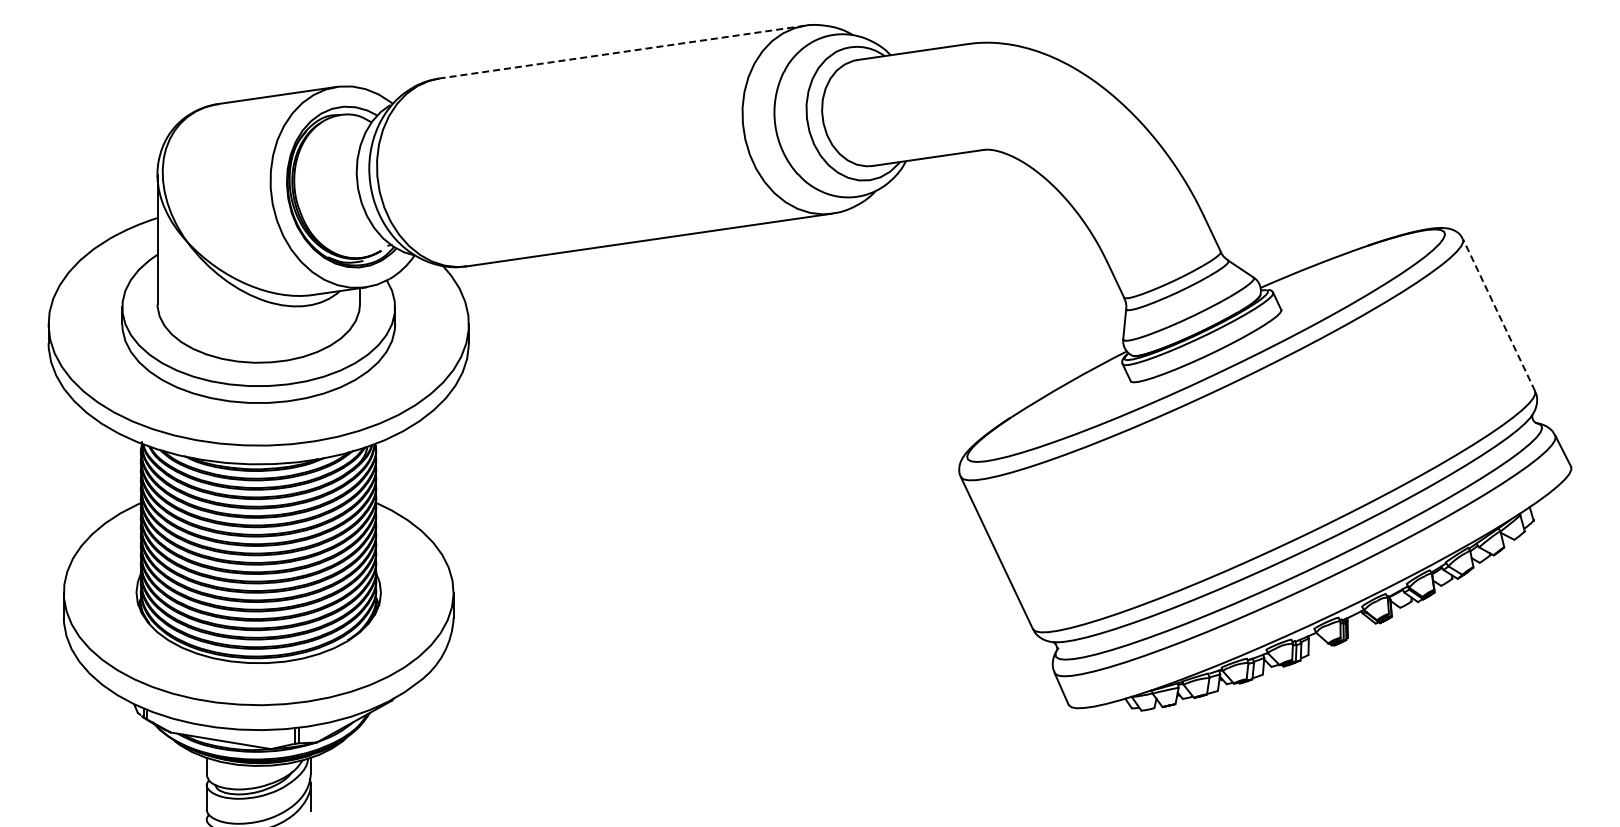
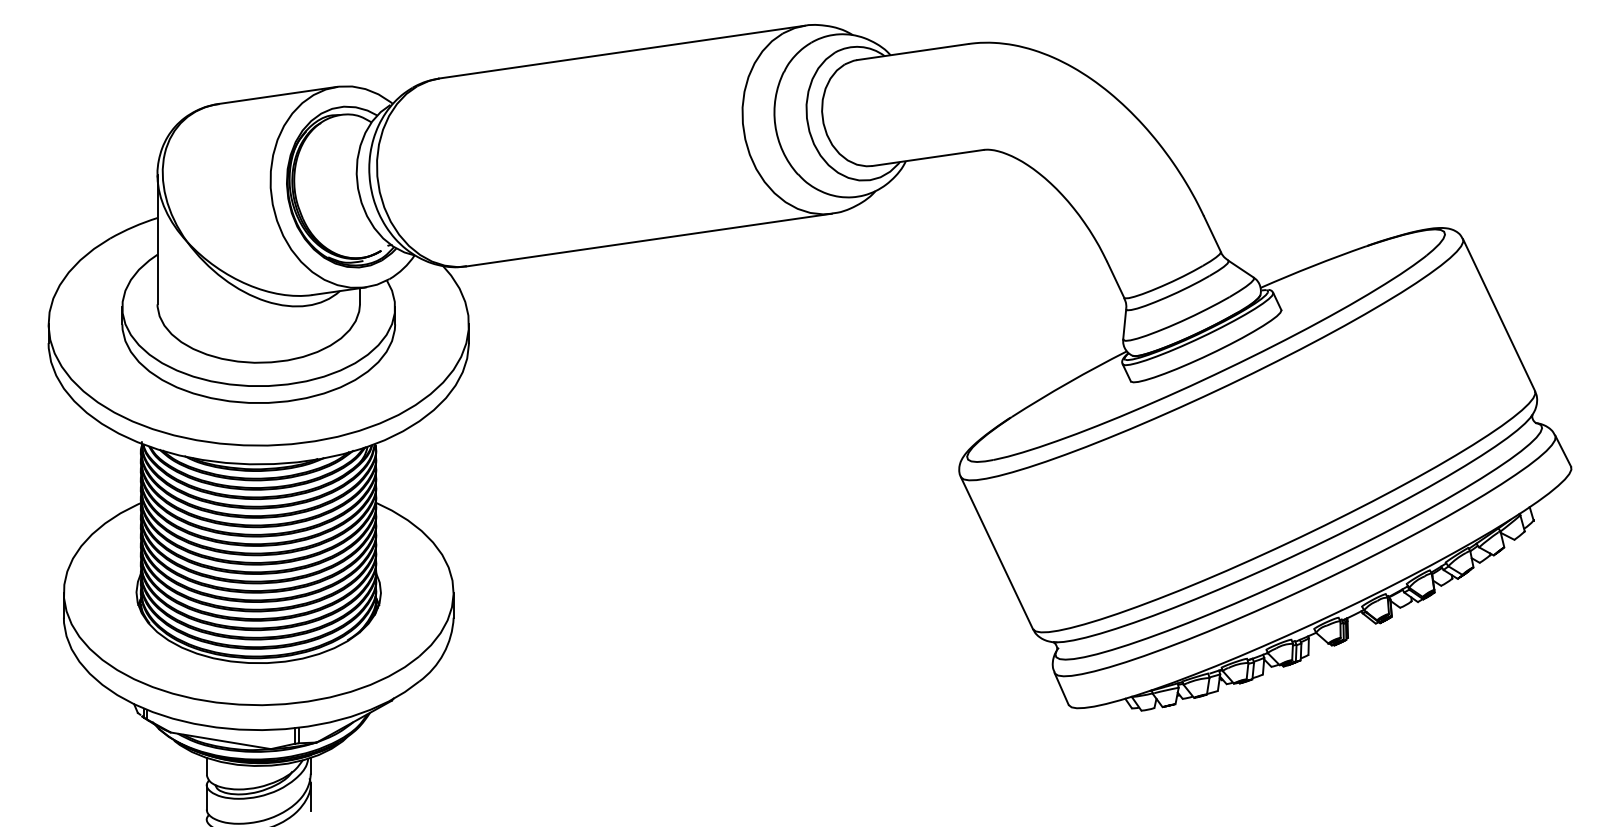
line at (622, 52): dashed -> solid
line at (1498, 314): dashed -> solid
